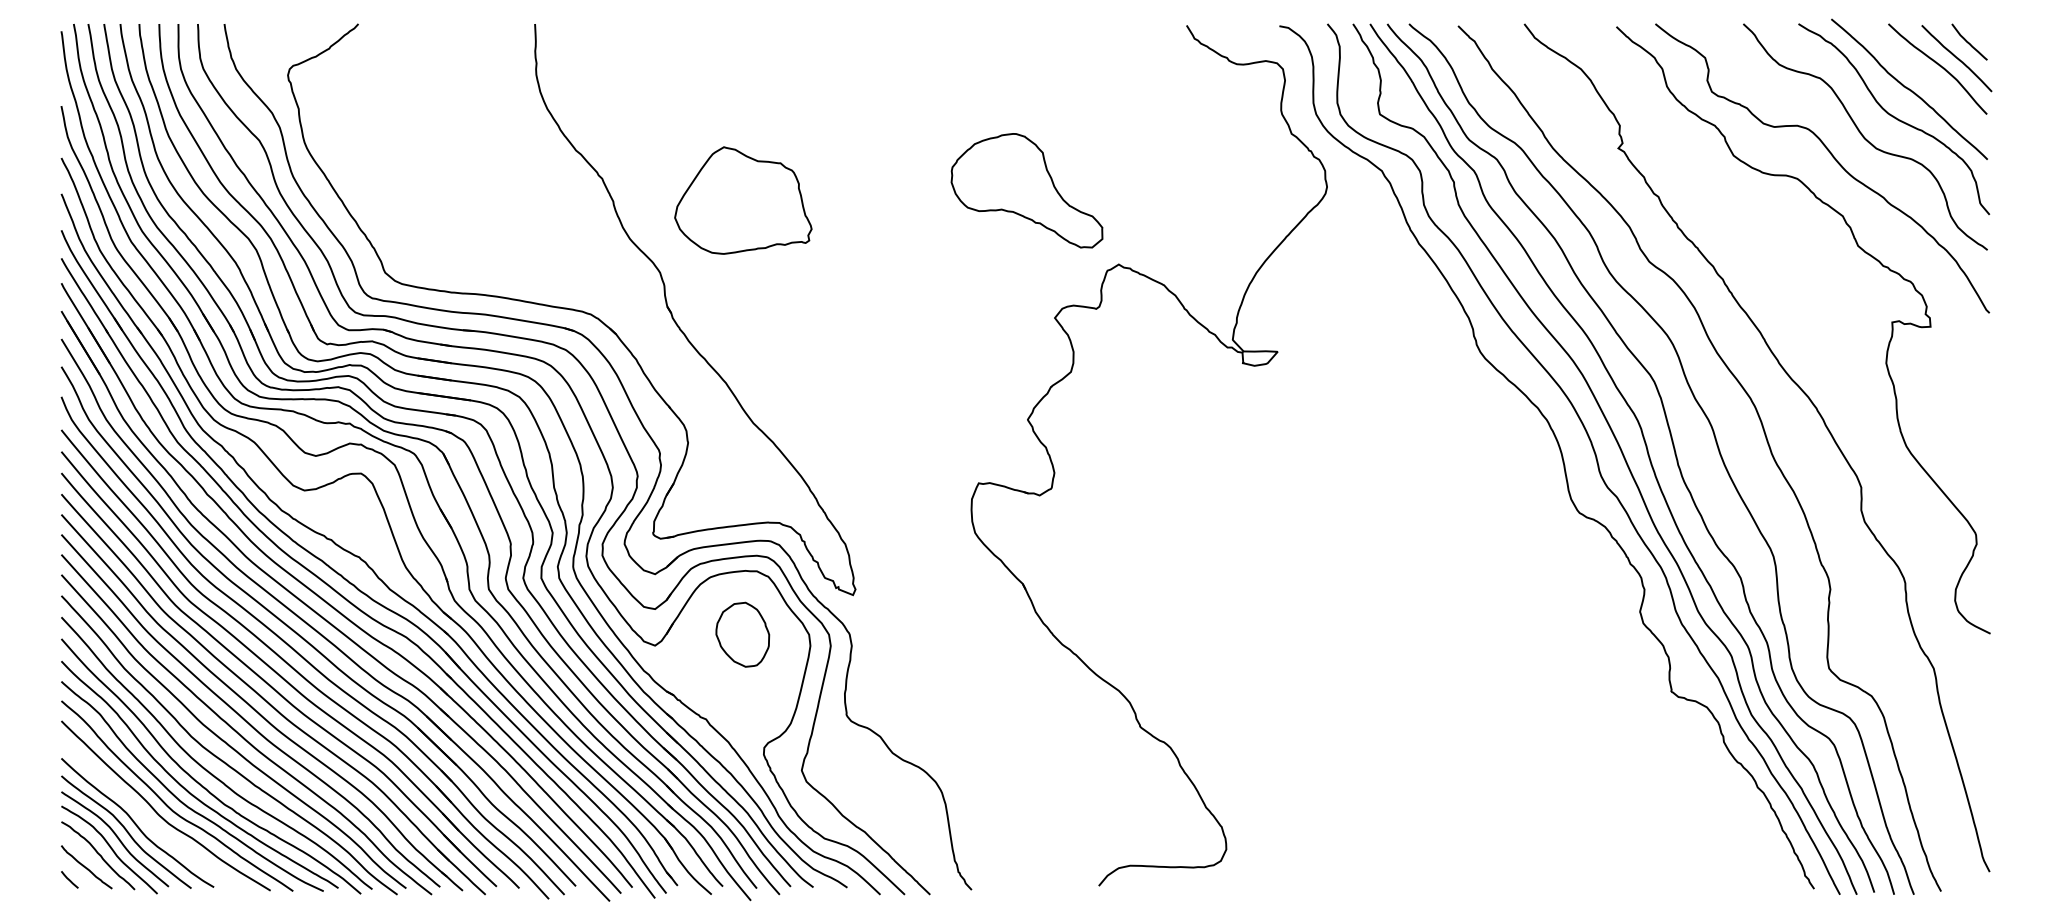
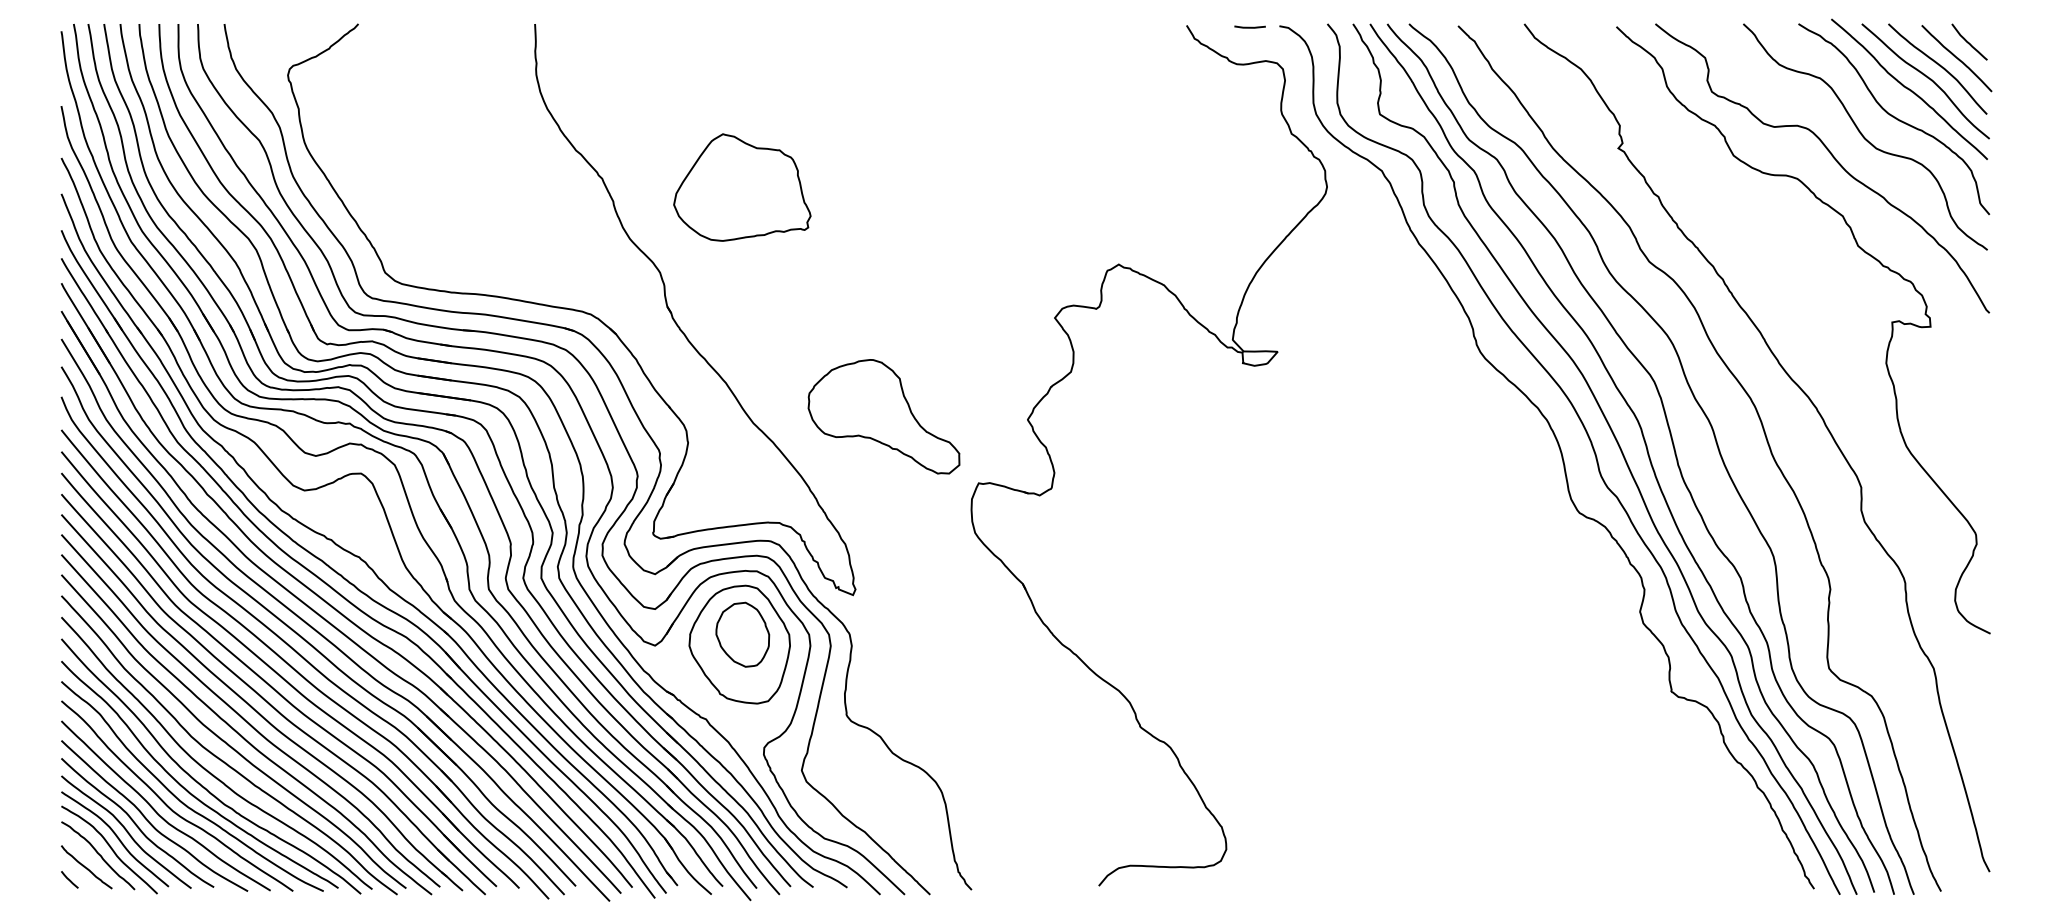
line at (1249, 26): none -> present
curve at (1927, 78): none -> present
part at (1026, 190) position: (1026, 190) -> (883, 416)
part at (743, 200) position: (743, 200) -> (742, 187)
part at (739, 644): none -> present
curve at (148, 820): none -> present
